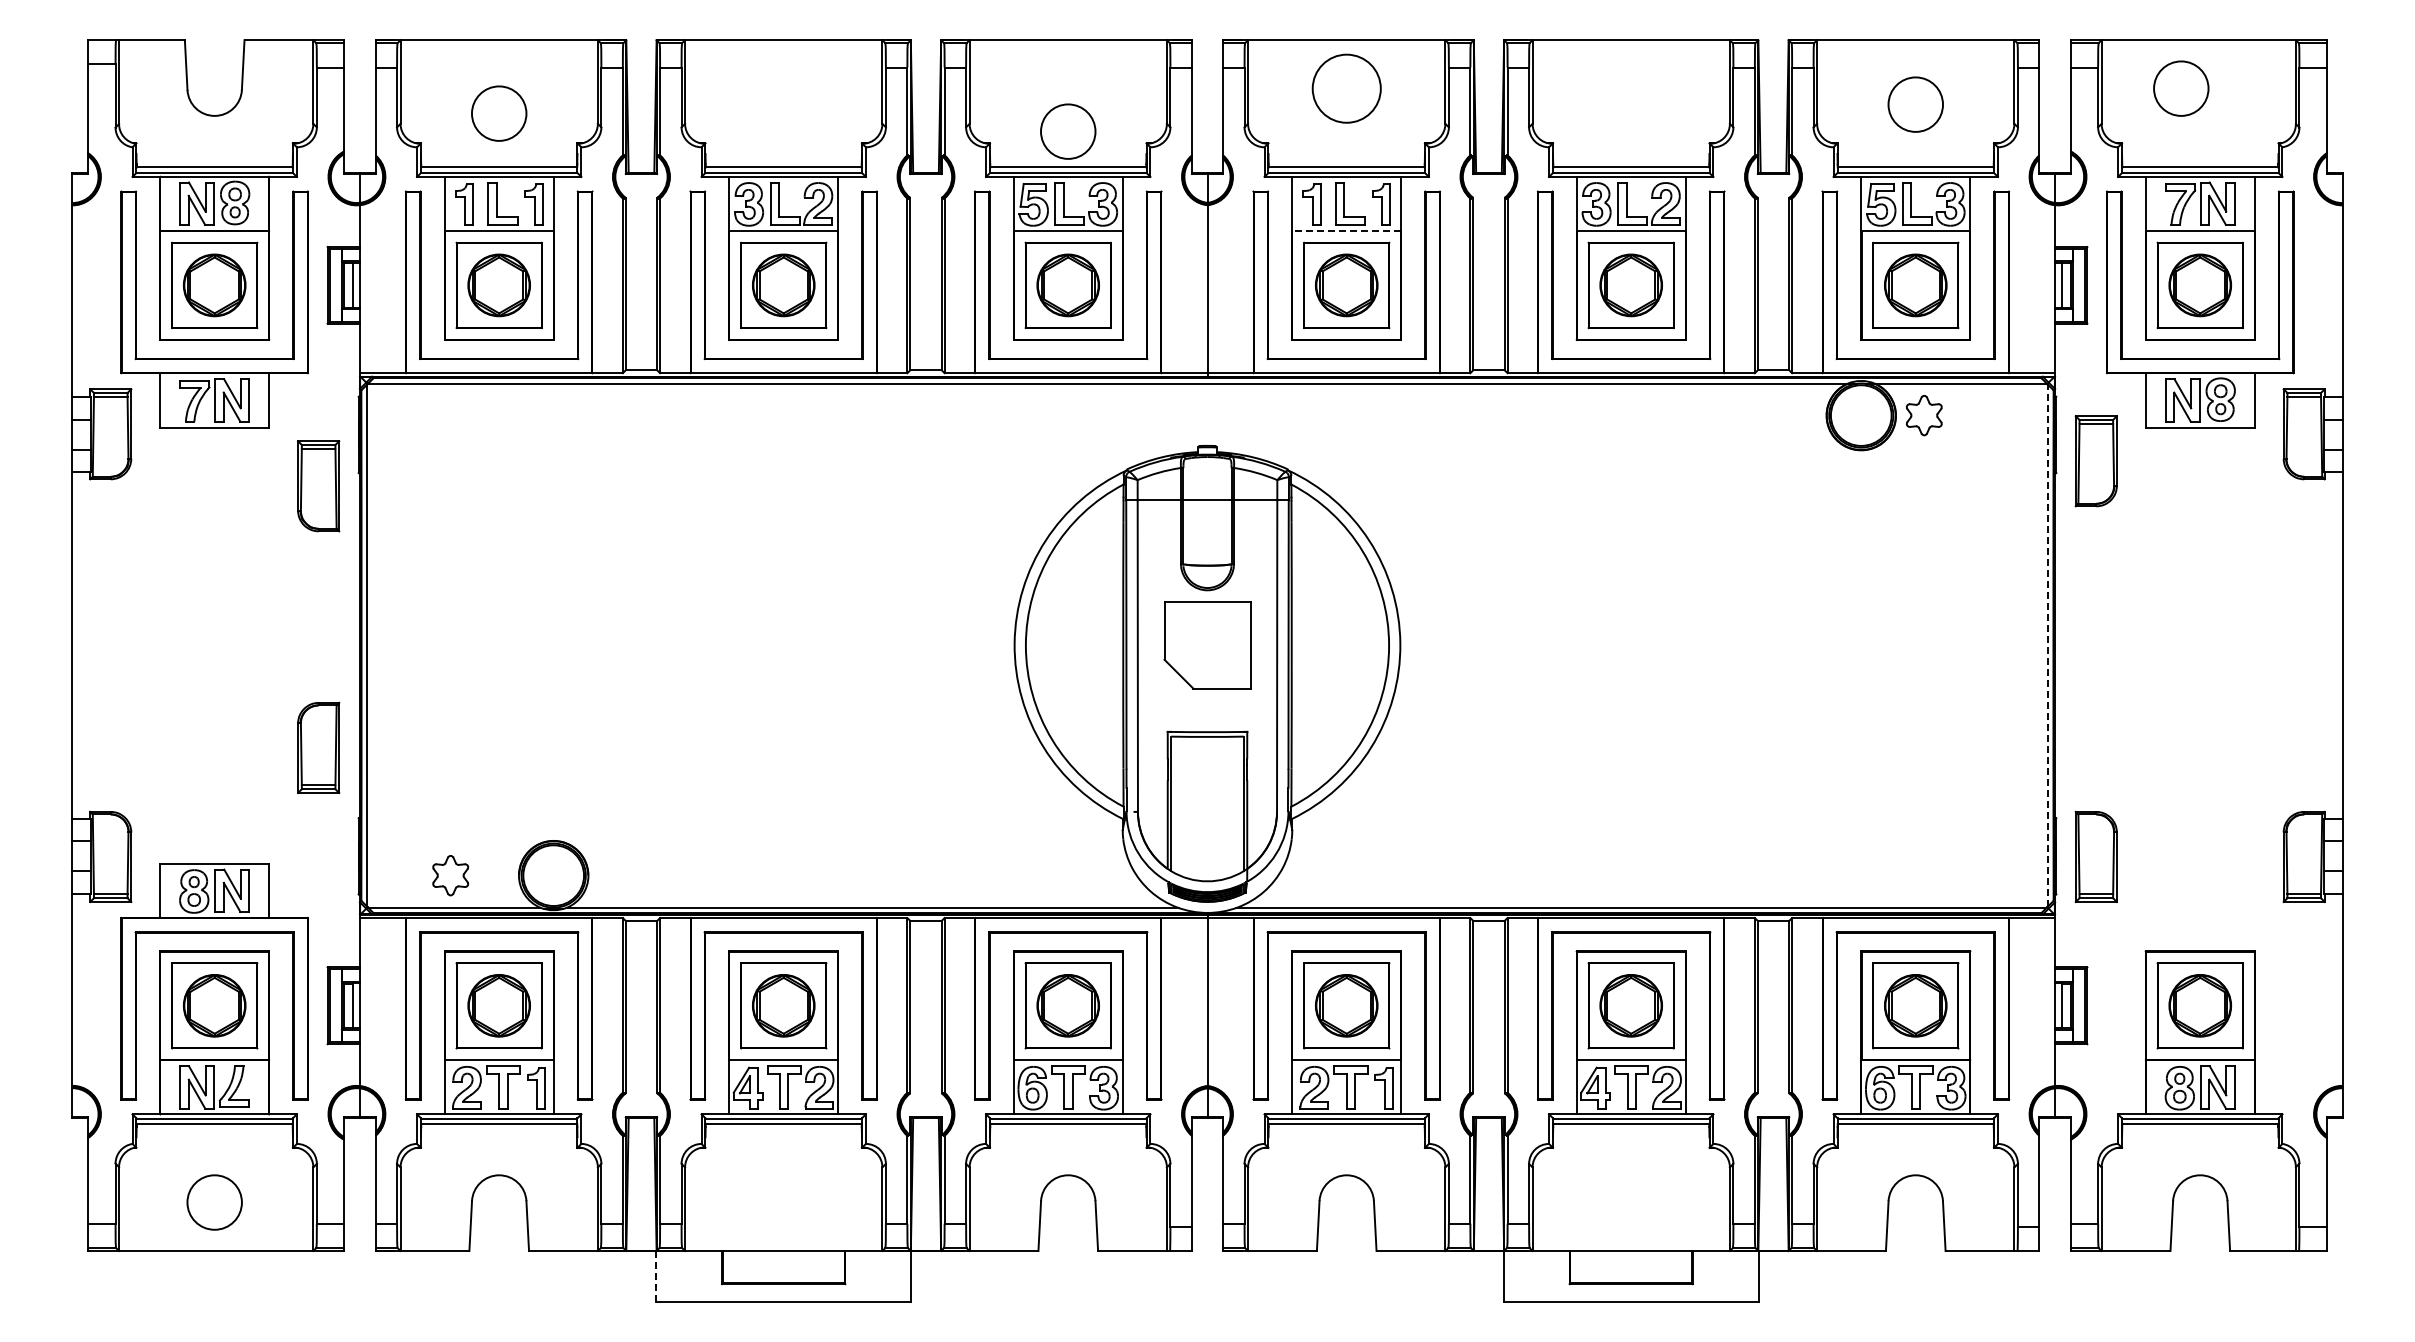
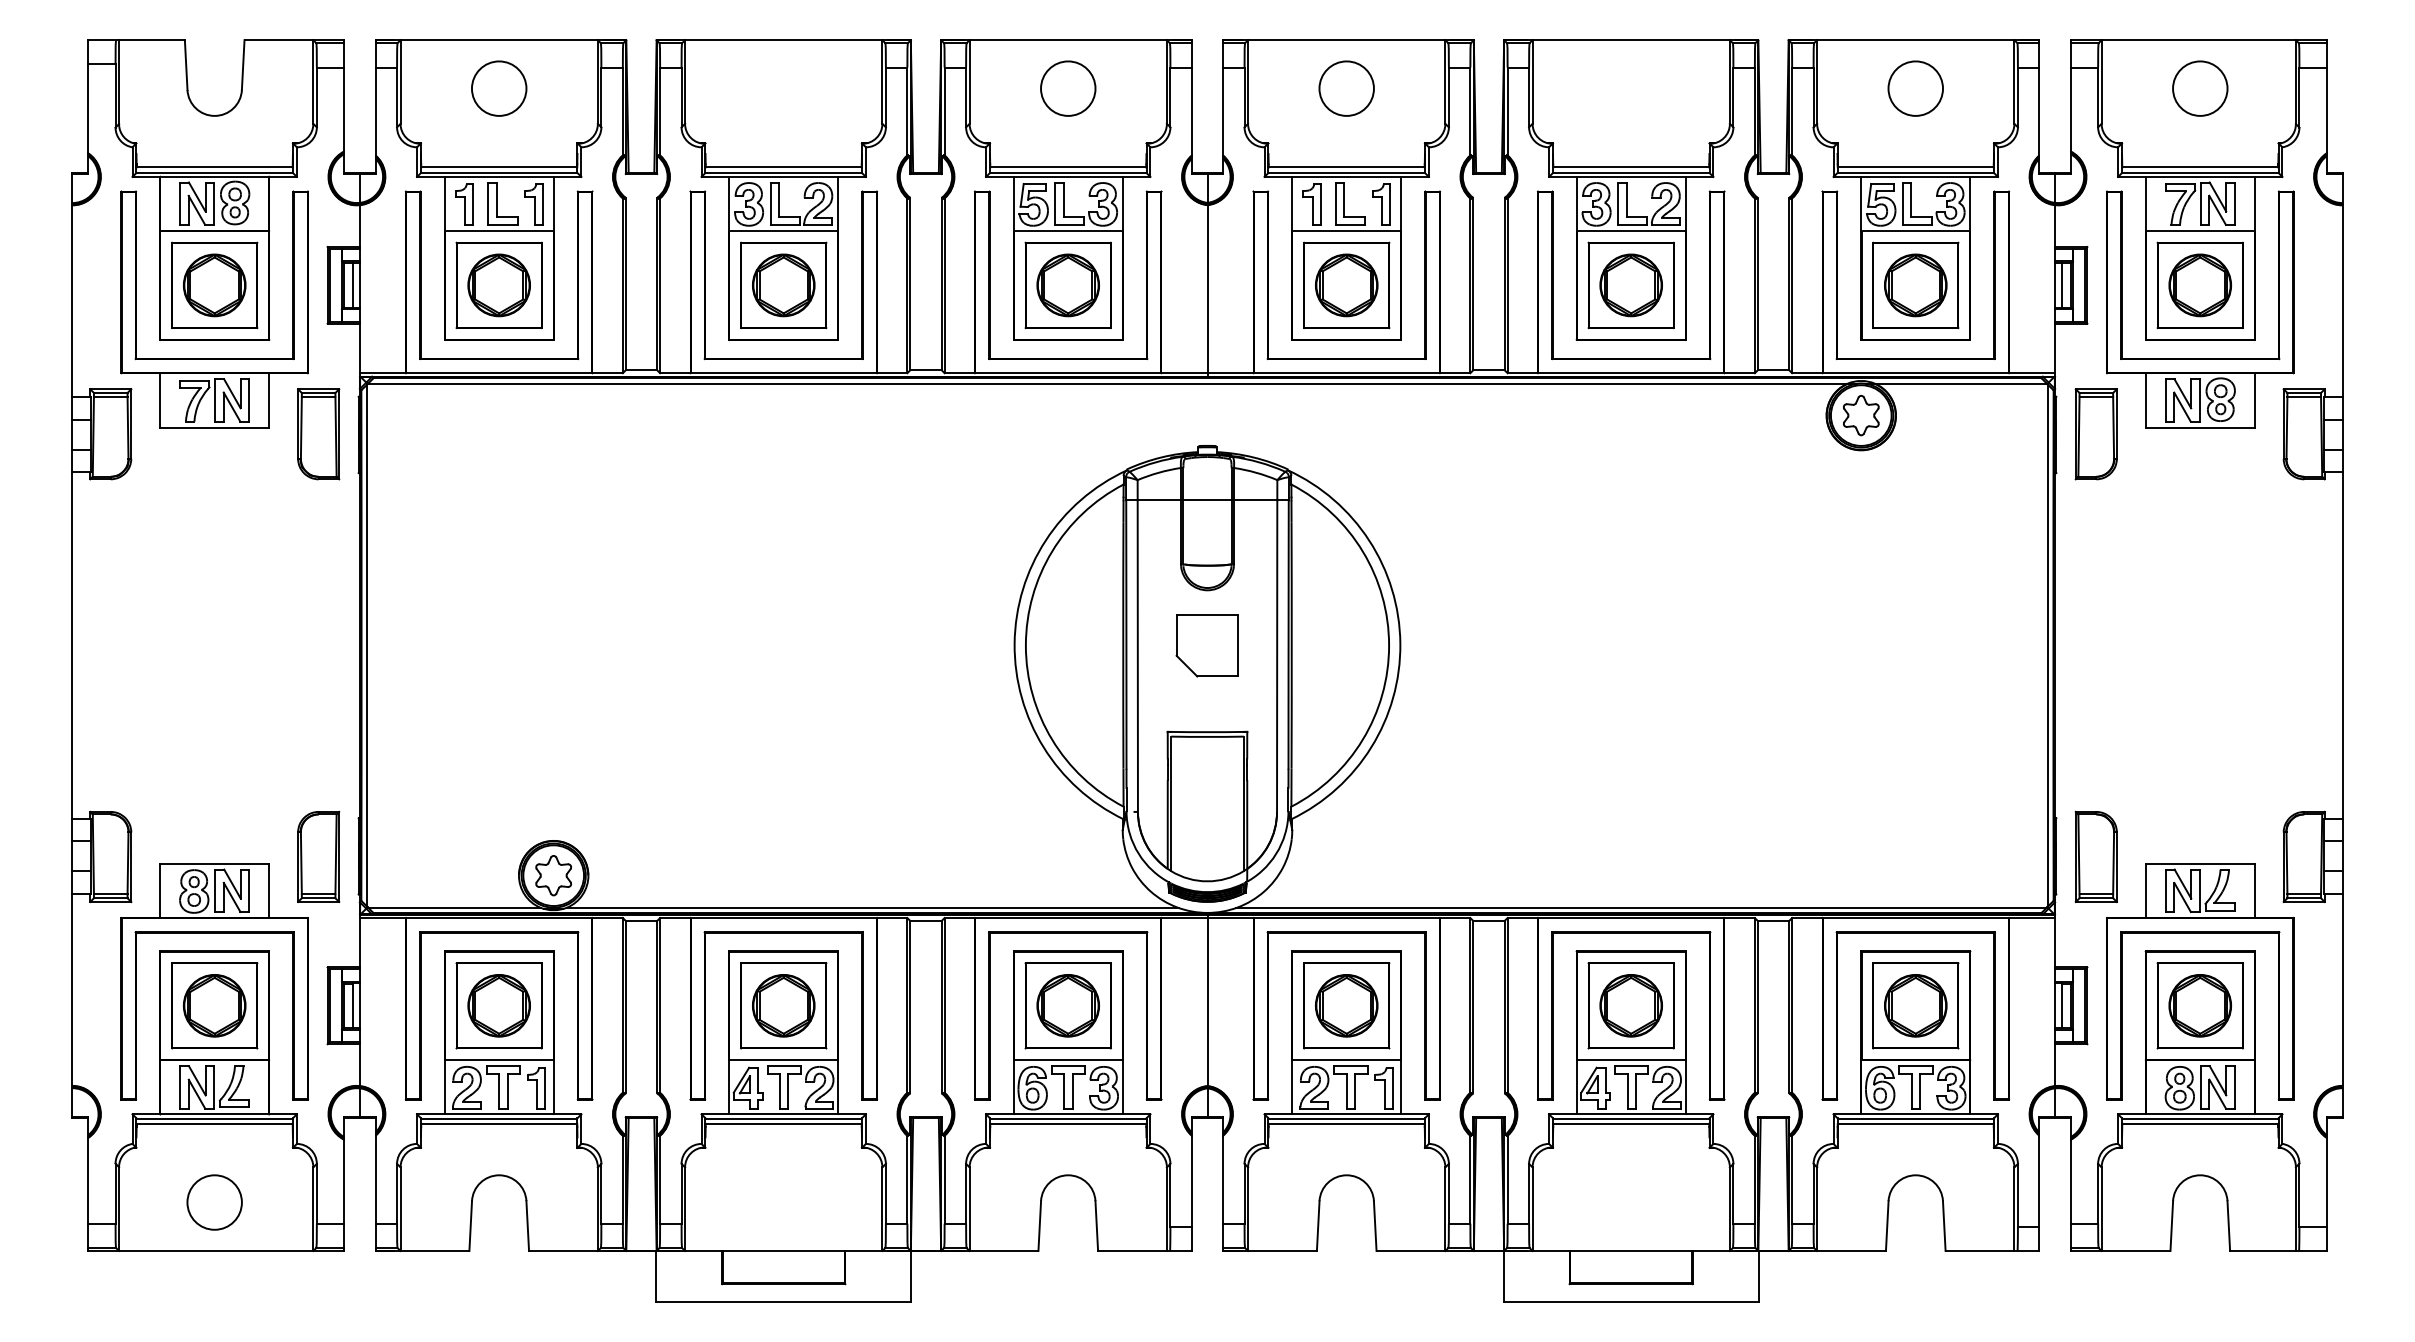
circle at (1346, 88) size: 71x71 px -> 57x57 px
circle at (2181, 88) position: (2181, 88) -> (2200, 88)
circle at (1915, 104) position: (1915, 104) -> (1915, 88)
circle at (499, 113) position: (499, 113) -> (499, 88)
circle at (1068, 131) position: (1068, 131) -> (1068, 88)
line at (1346, 231): dashed -> solid
part at (1924, 415) position: (1924, 415) -> (1861, 415)
part at (2095, 461) position: (2095, 461) -> (2095, 434)
part at (318, 486) position: (318, 486) -> (318, 434)
part at (1207, 645) size: 89x89 px -> 64x64 px
line at (2047, 645): dashed -> solid
part at (318, 747) position: (318, 747) -> (318, 856)
part at (450, 875) position: (450, 875) -> (553, 875)
part at (2200, 933): none -> present
line at (656, 1275): dashed -> solid
